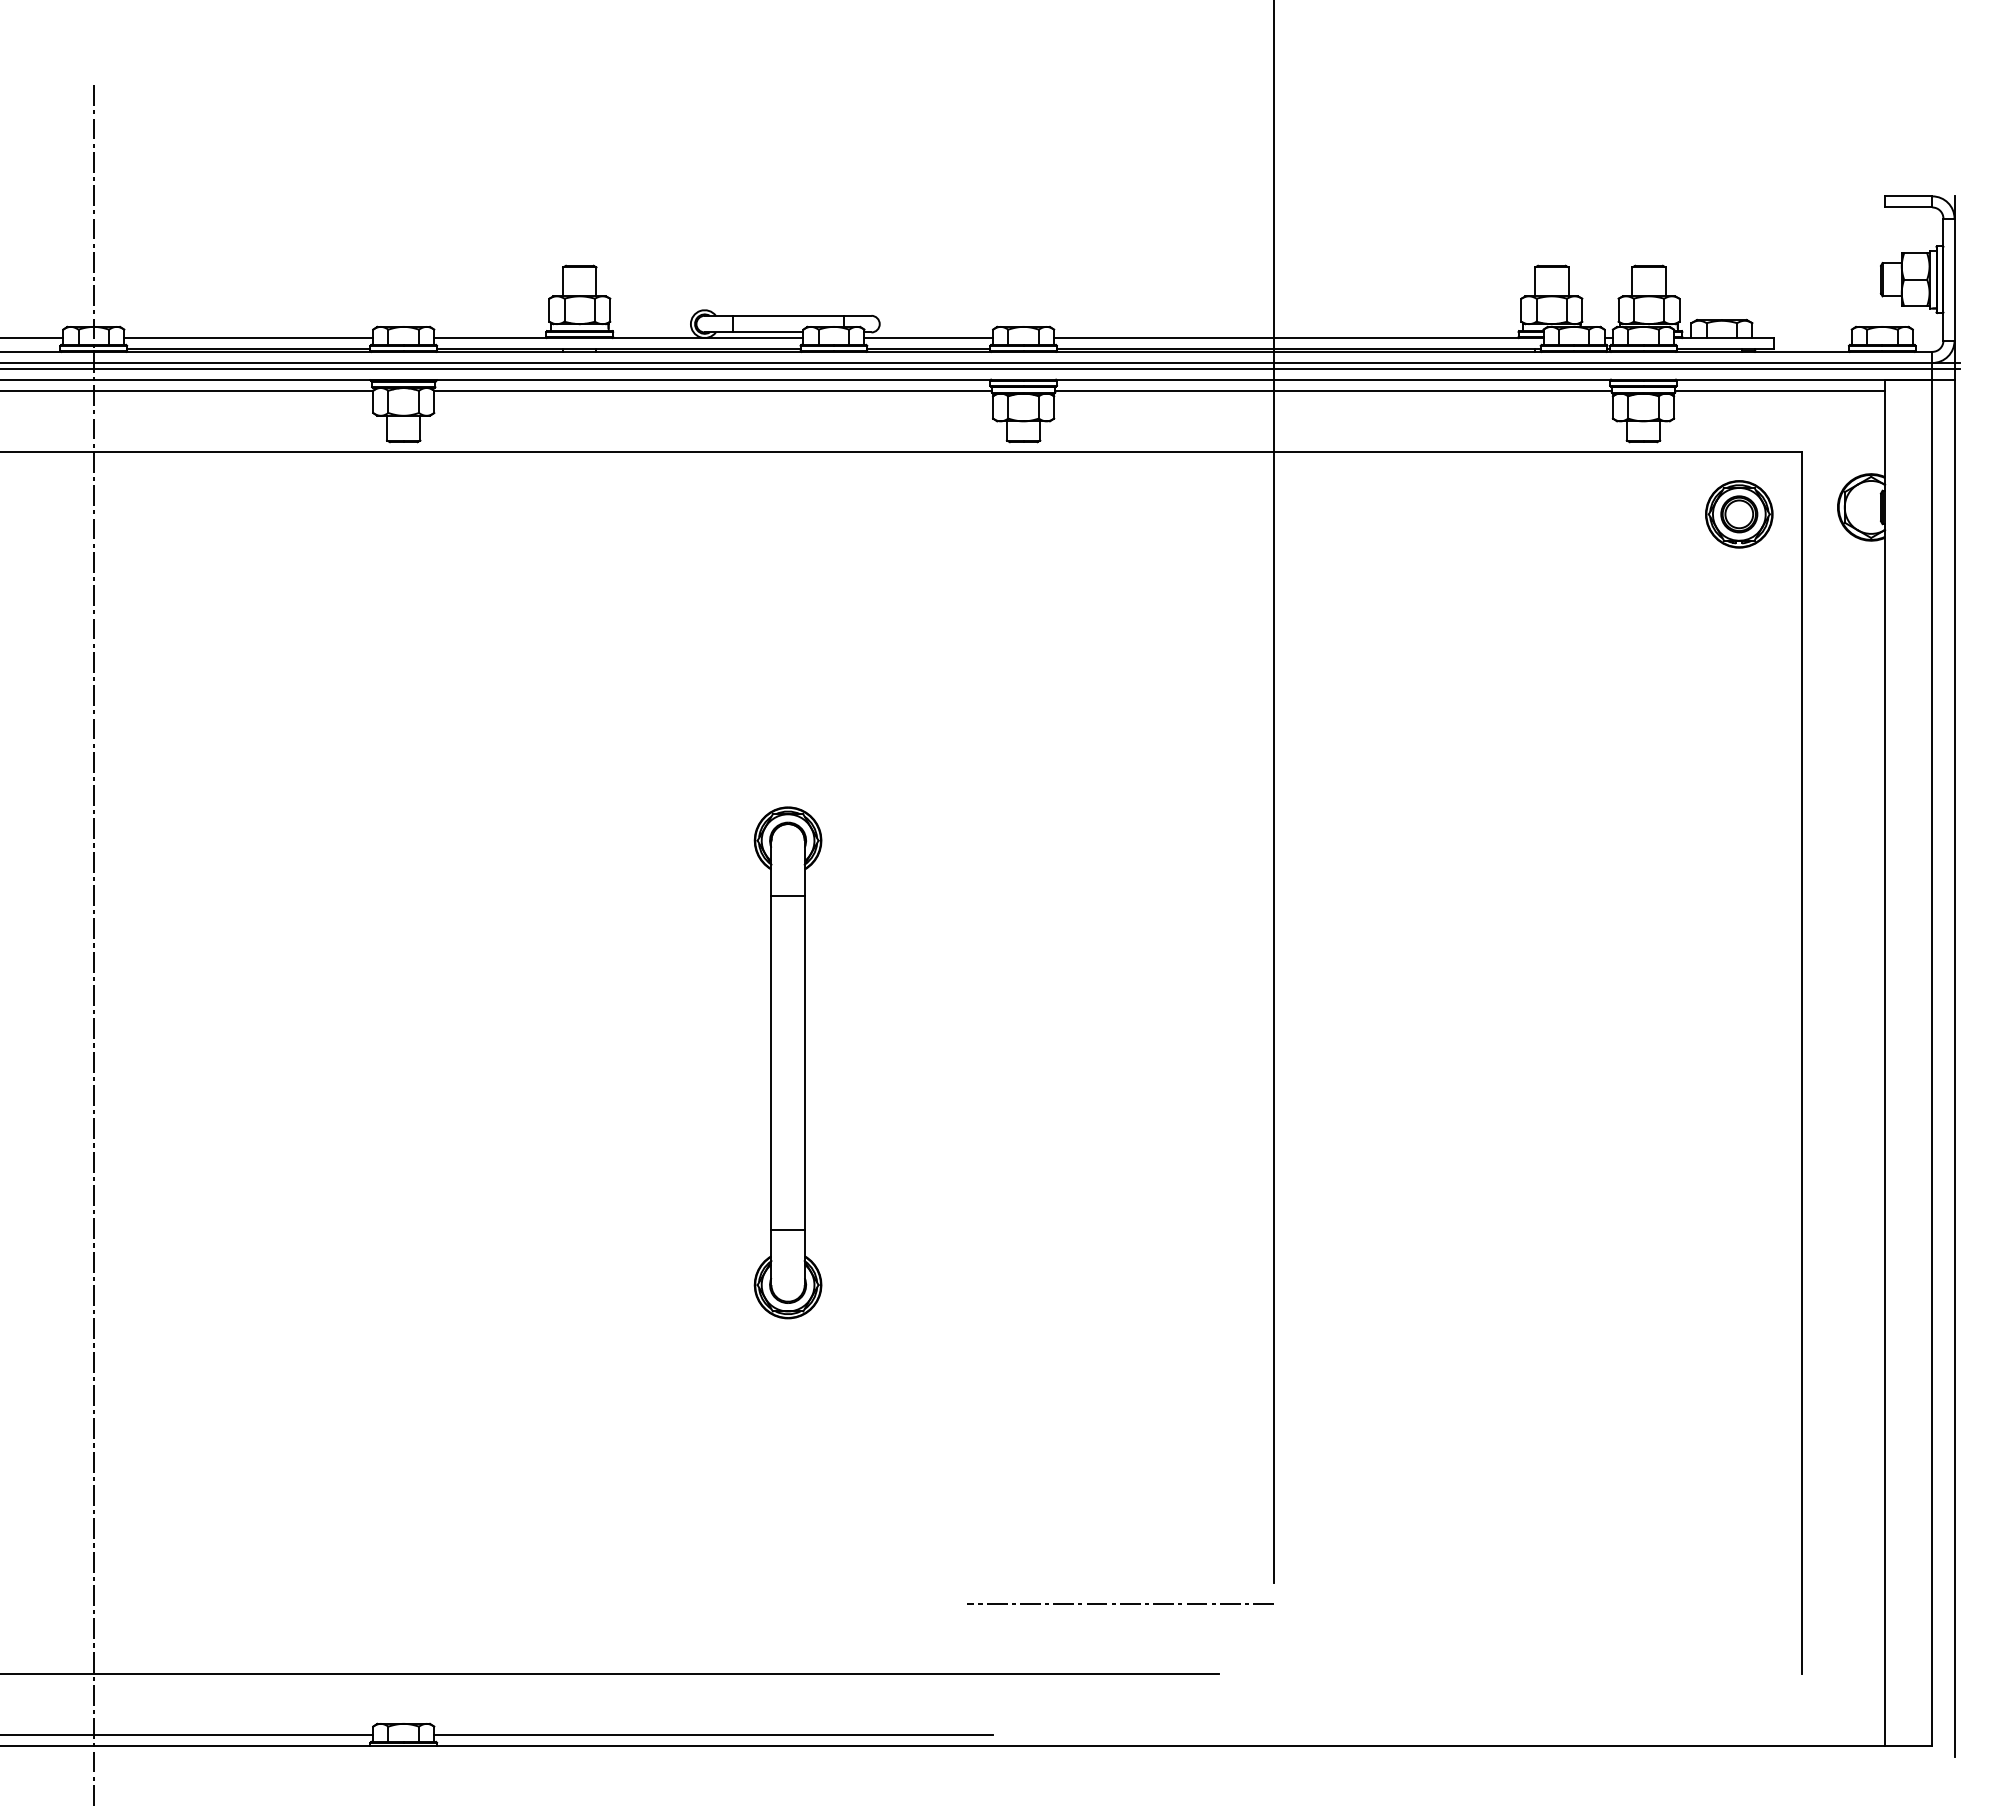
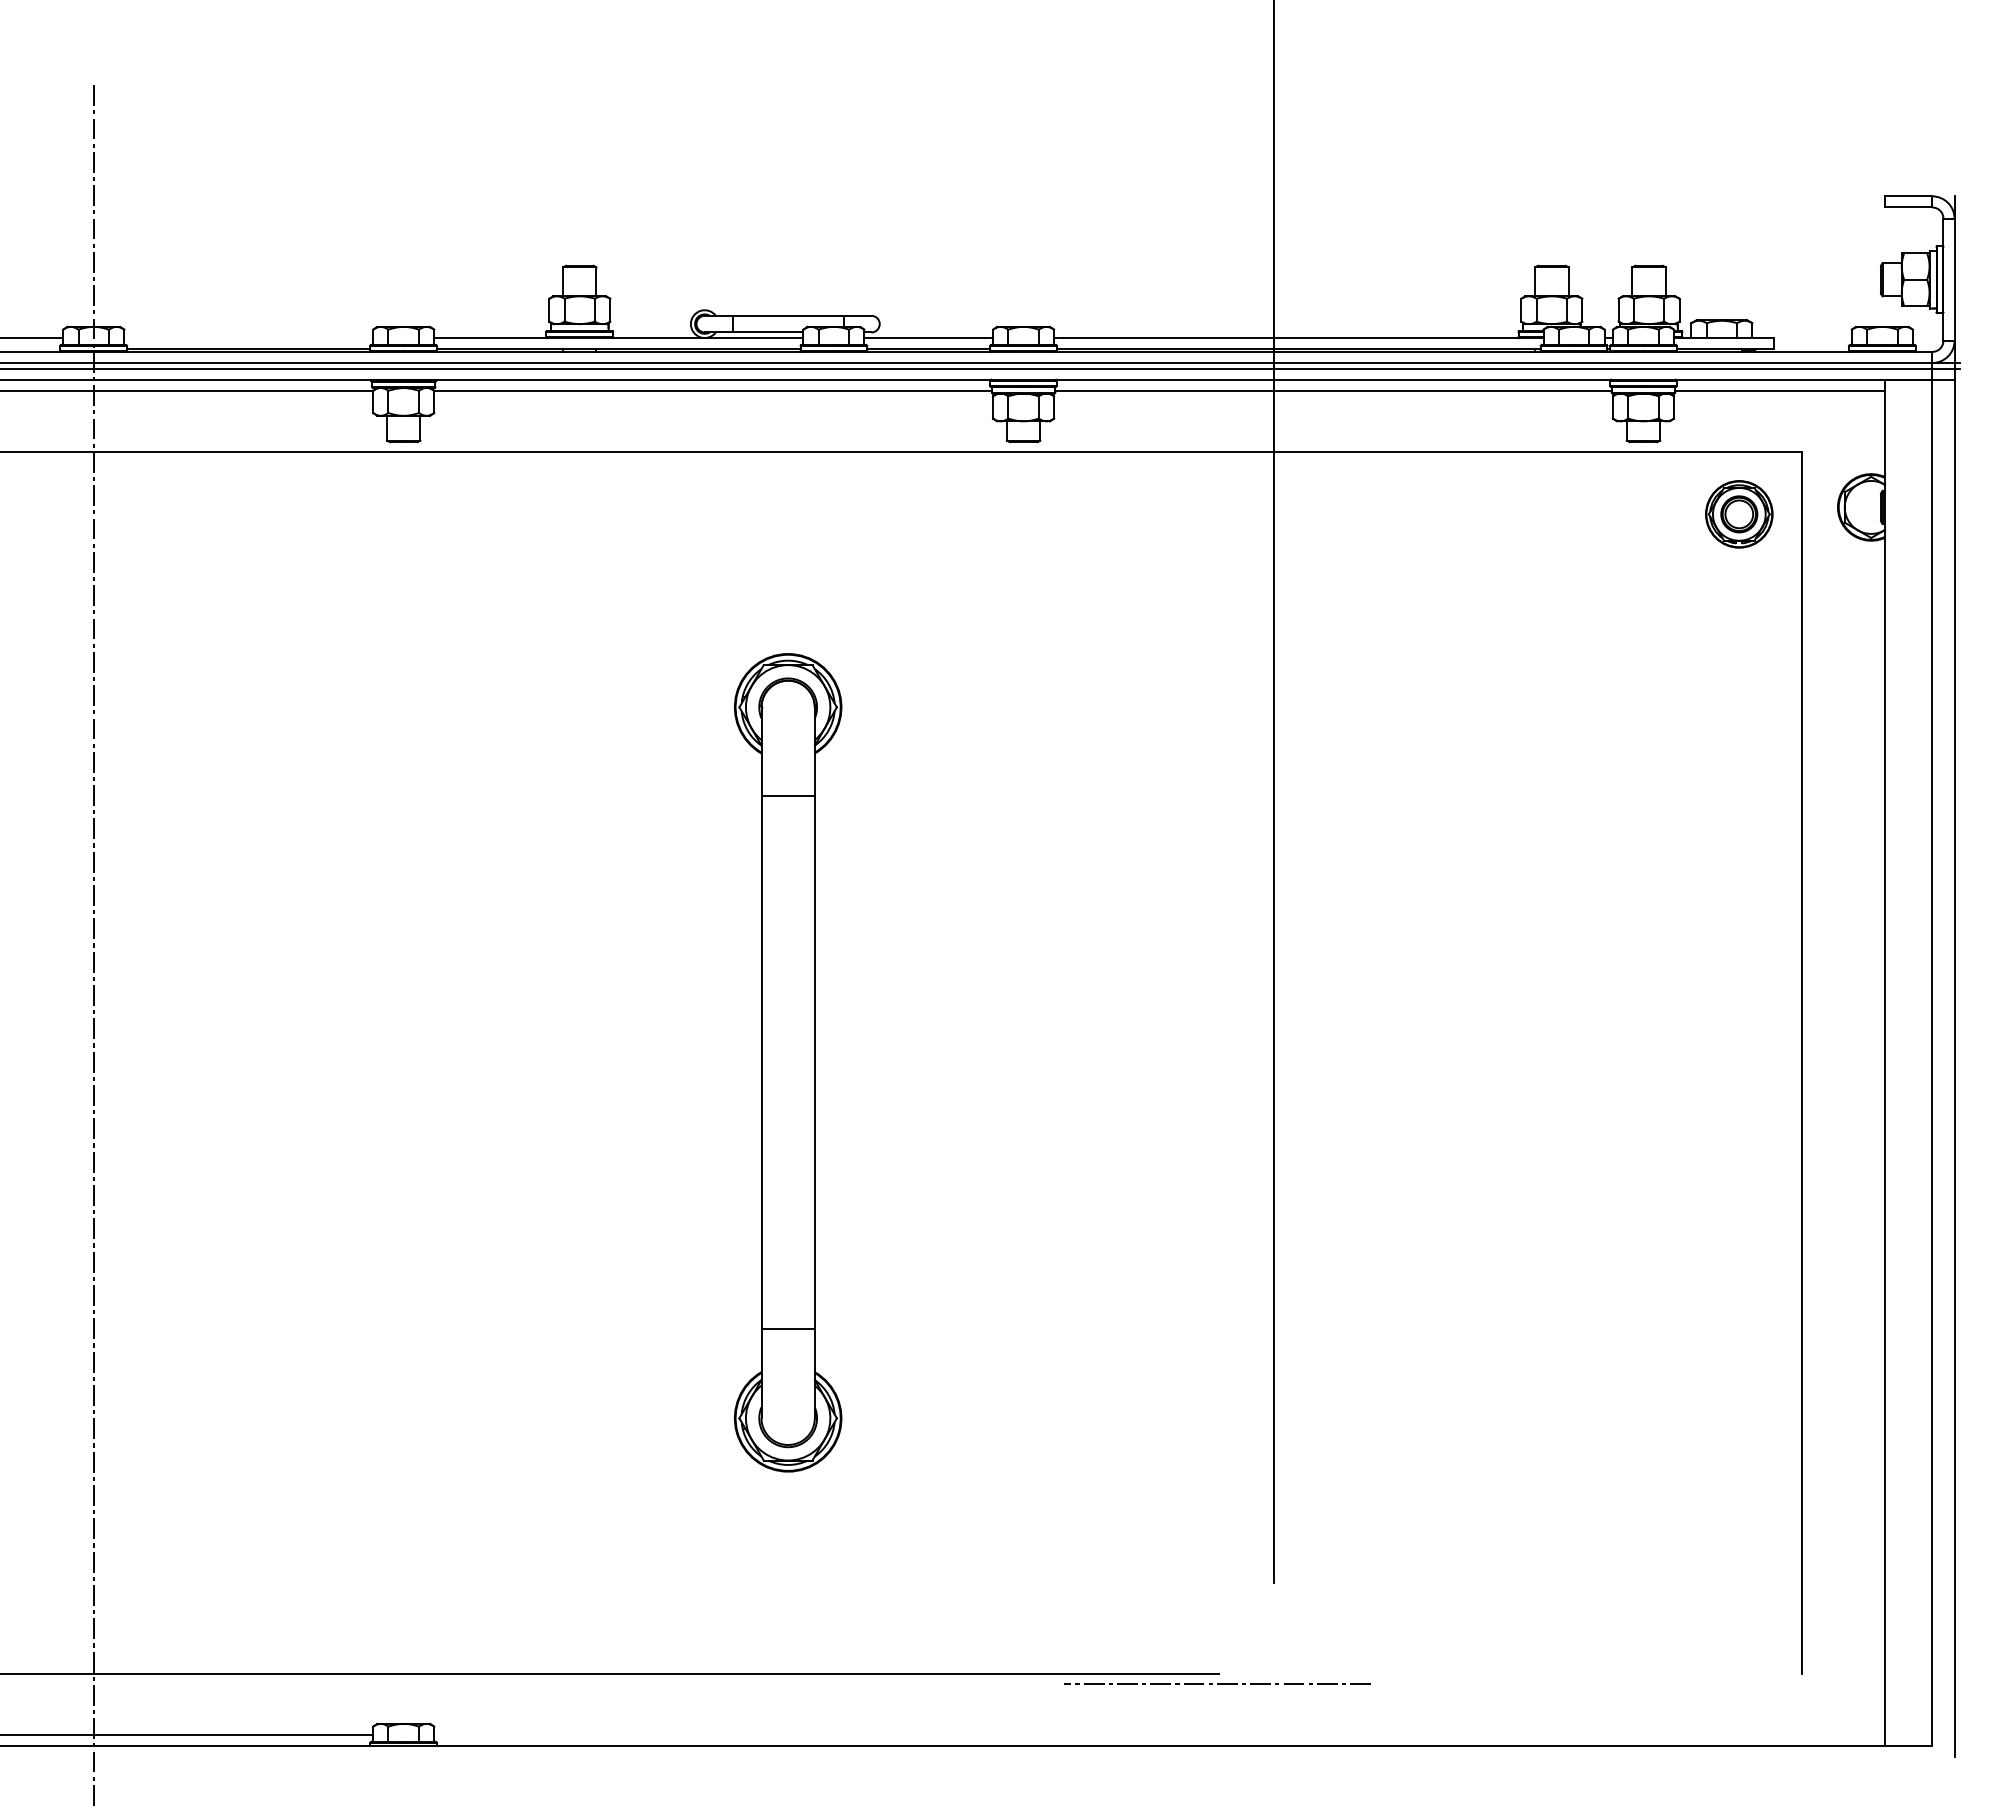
line at (248, 338): present -> none
part at (787, 1062) size: 70x514 px -> 110x820 px
line at (1120, 1603) position: (1120, 1603) -> (1217, 1683)
line at (713, 1734): present -> none
